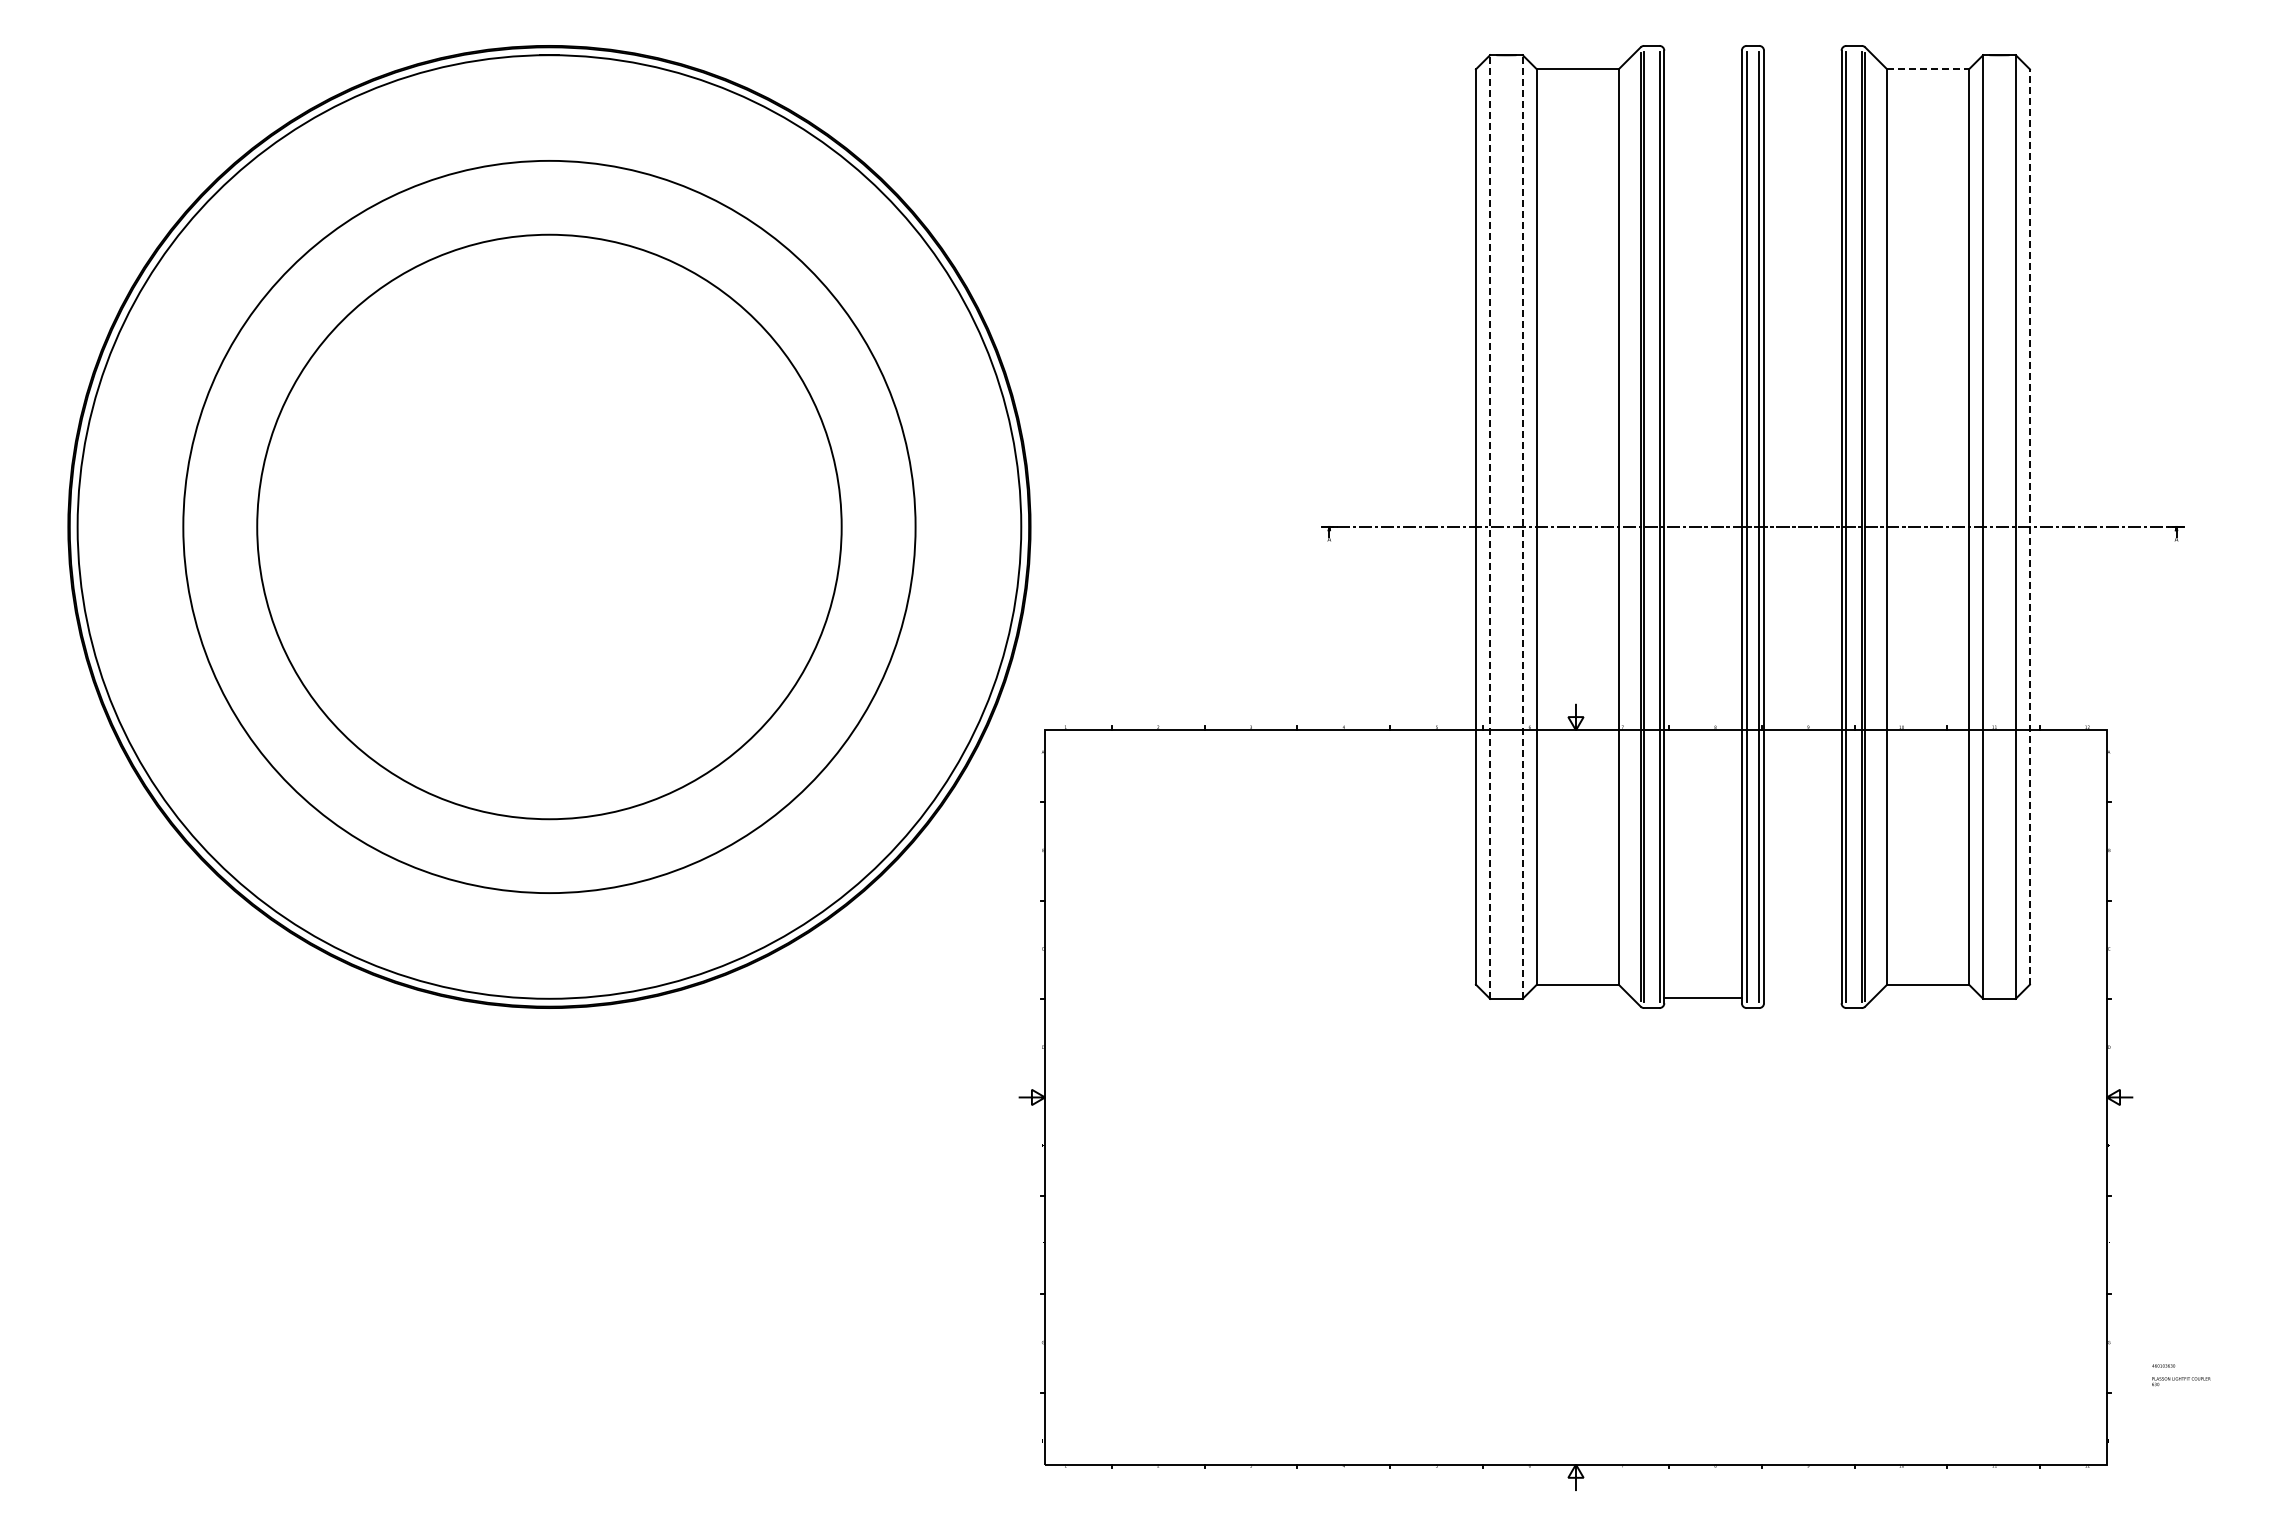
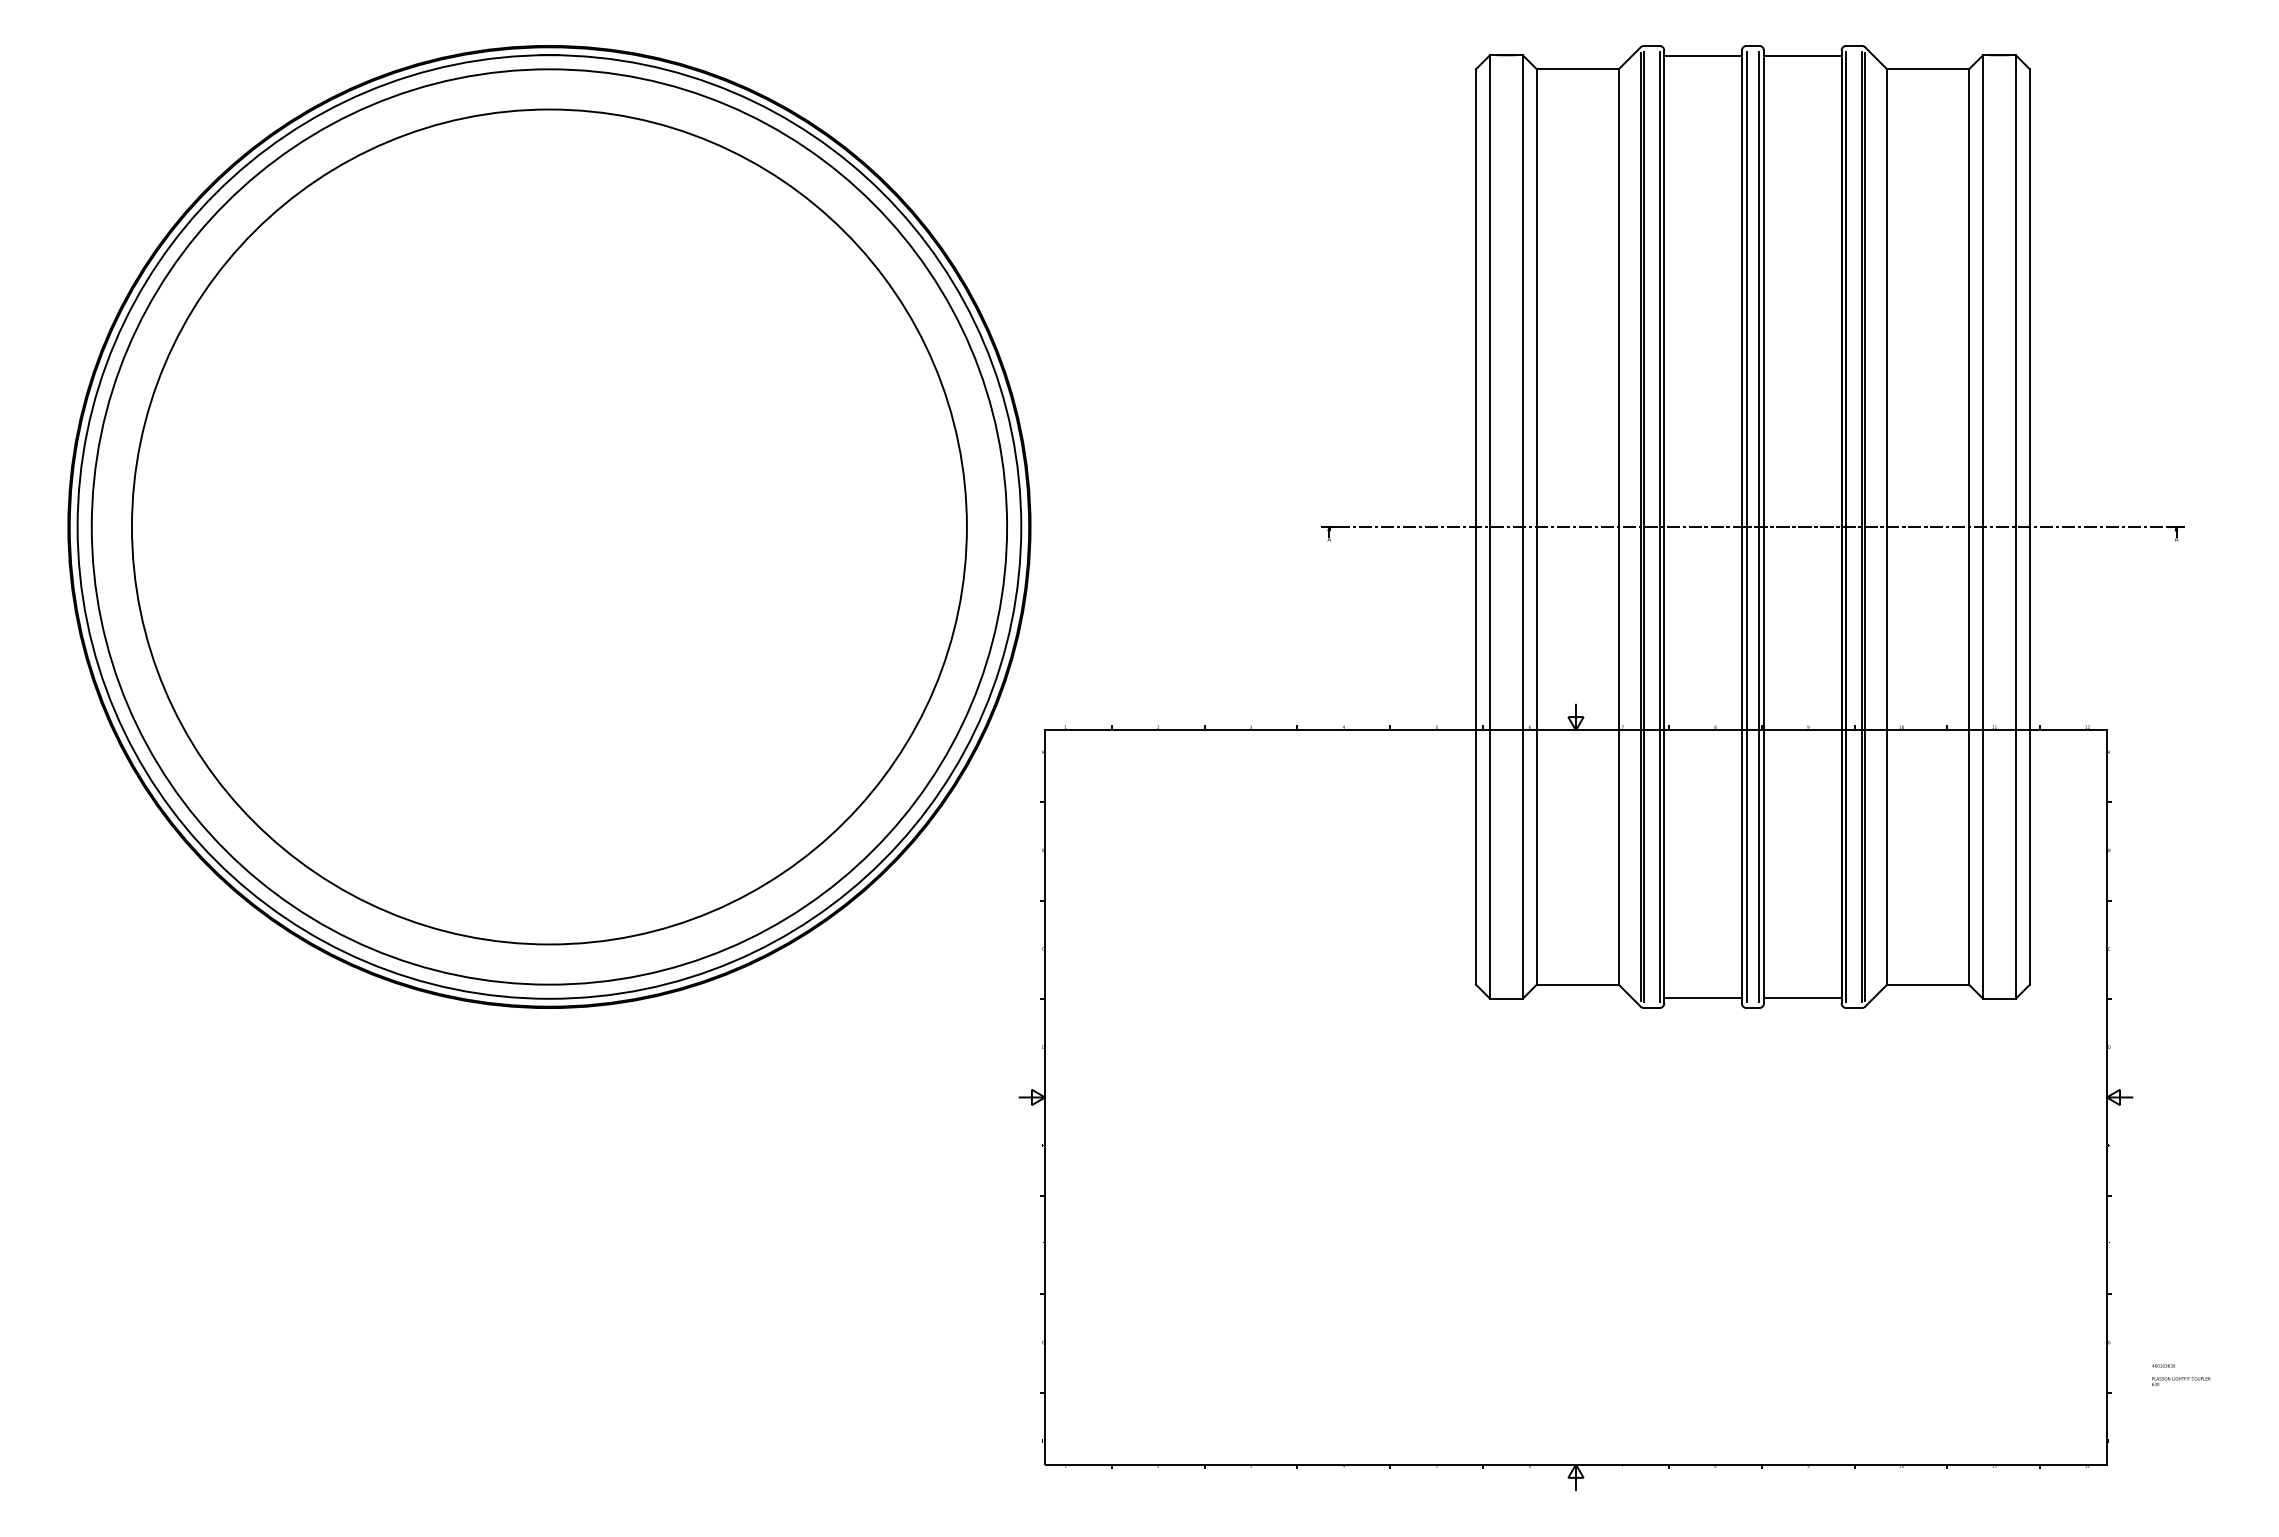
line at (1702, 55): none -> present
line at (1802, 55): none -> present
line at (1928, 69): dashed -> solid
circle at (549, 526) diameter: 584 px -> 835 px
circle at (549, 526) diameter: 732 px -> 915 px
line at (1490, 527): dashed -> solid
line at (1522, 527): dashed -> solid
line at (2029, 527): dashed -> solid
line at (1802, 998): none -> present
